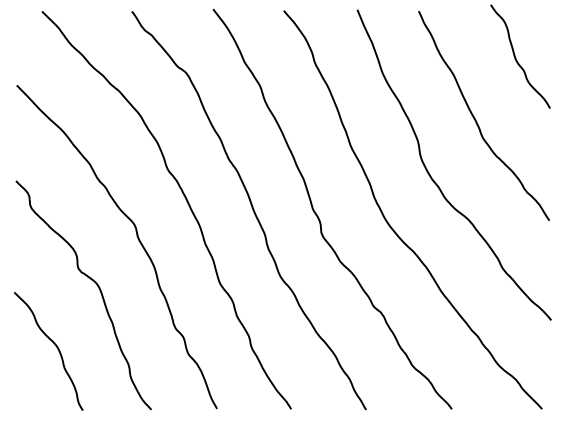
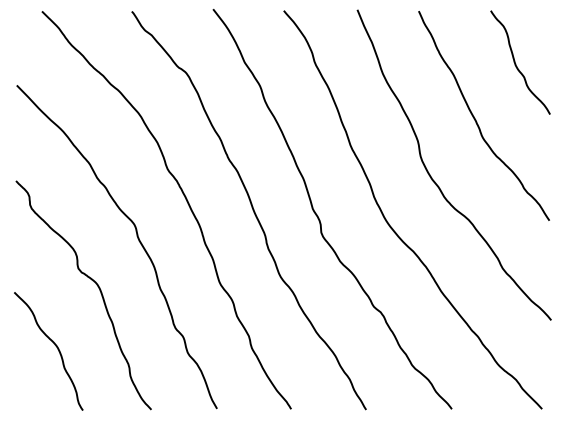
curve at (516, 58) position: (516, 58) -> (516, 64)
